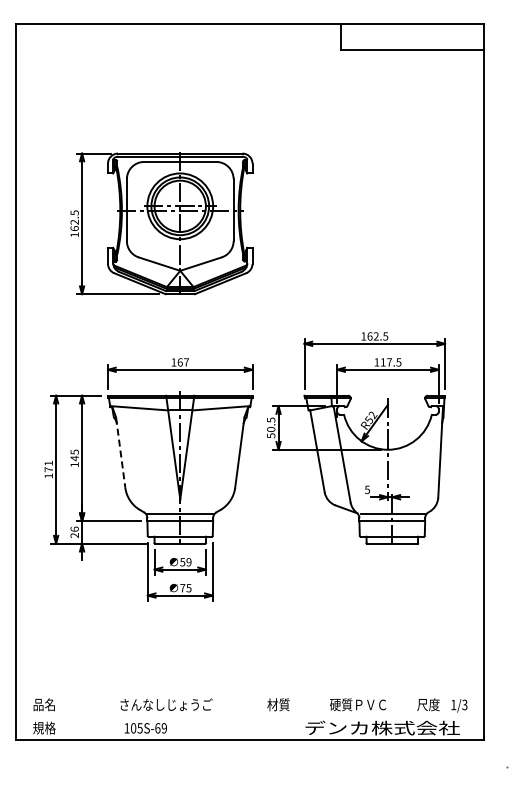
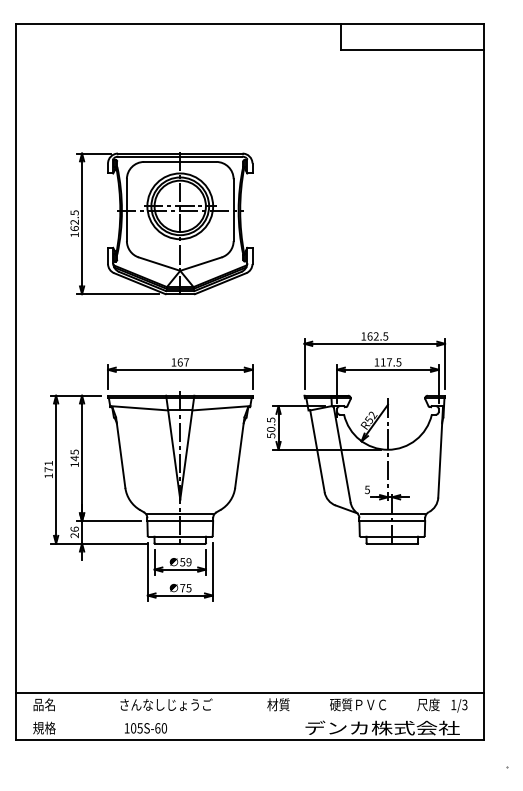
line at (120, 453): dashed -> solid
line at (249, 693): none -> present
text at (163, 728): 105S-69 -> 105S-60
